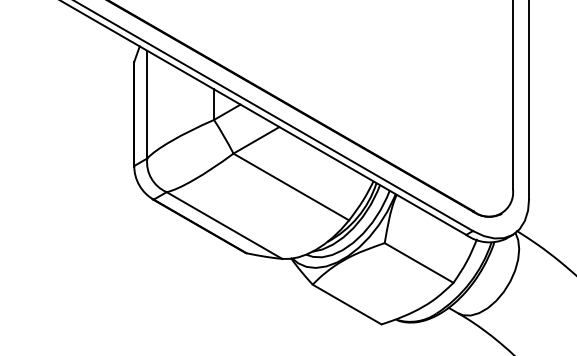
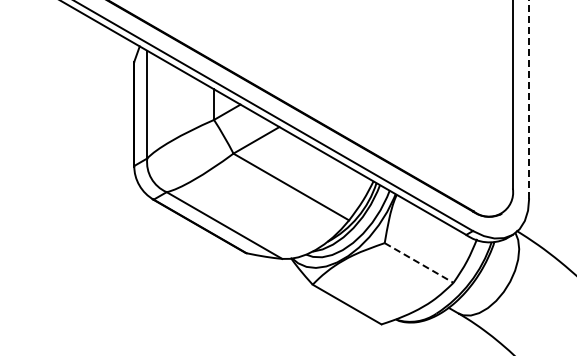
line at (529, 99): solid -> dashed
line at (419, 262): solid -> dashed
